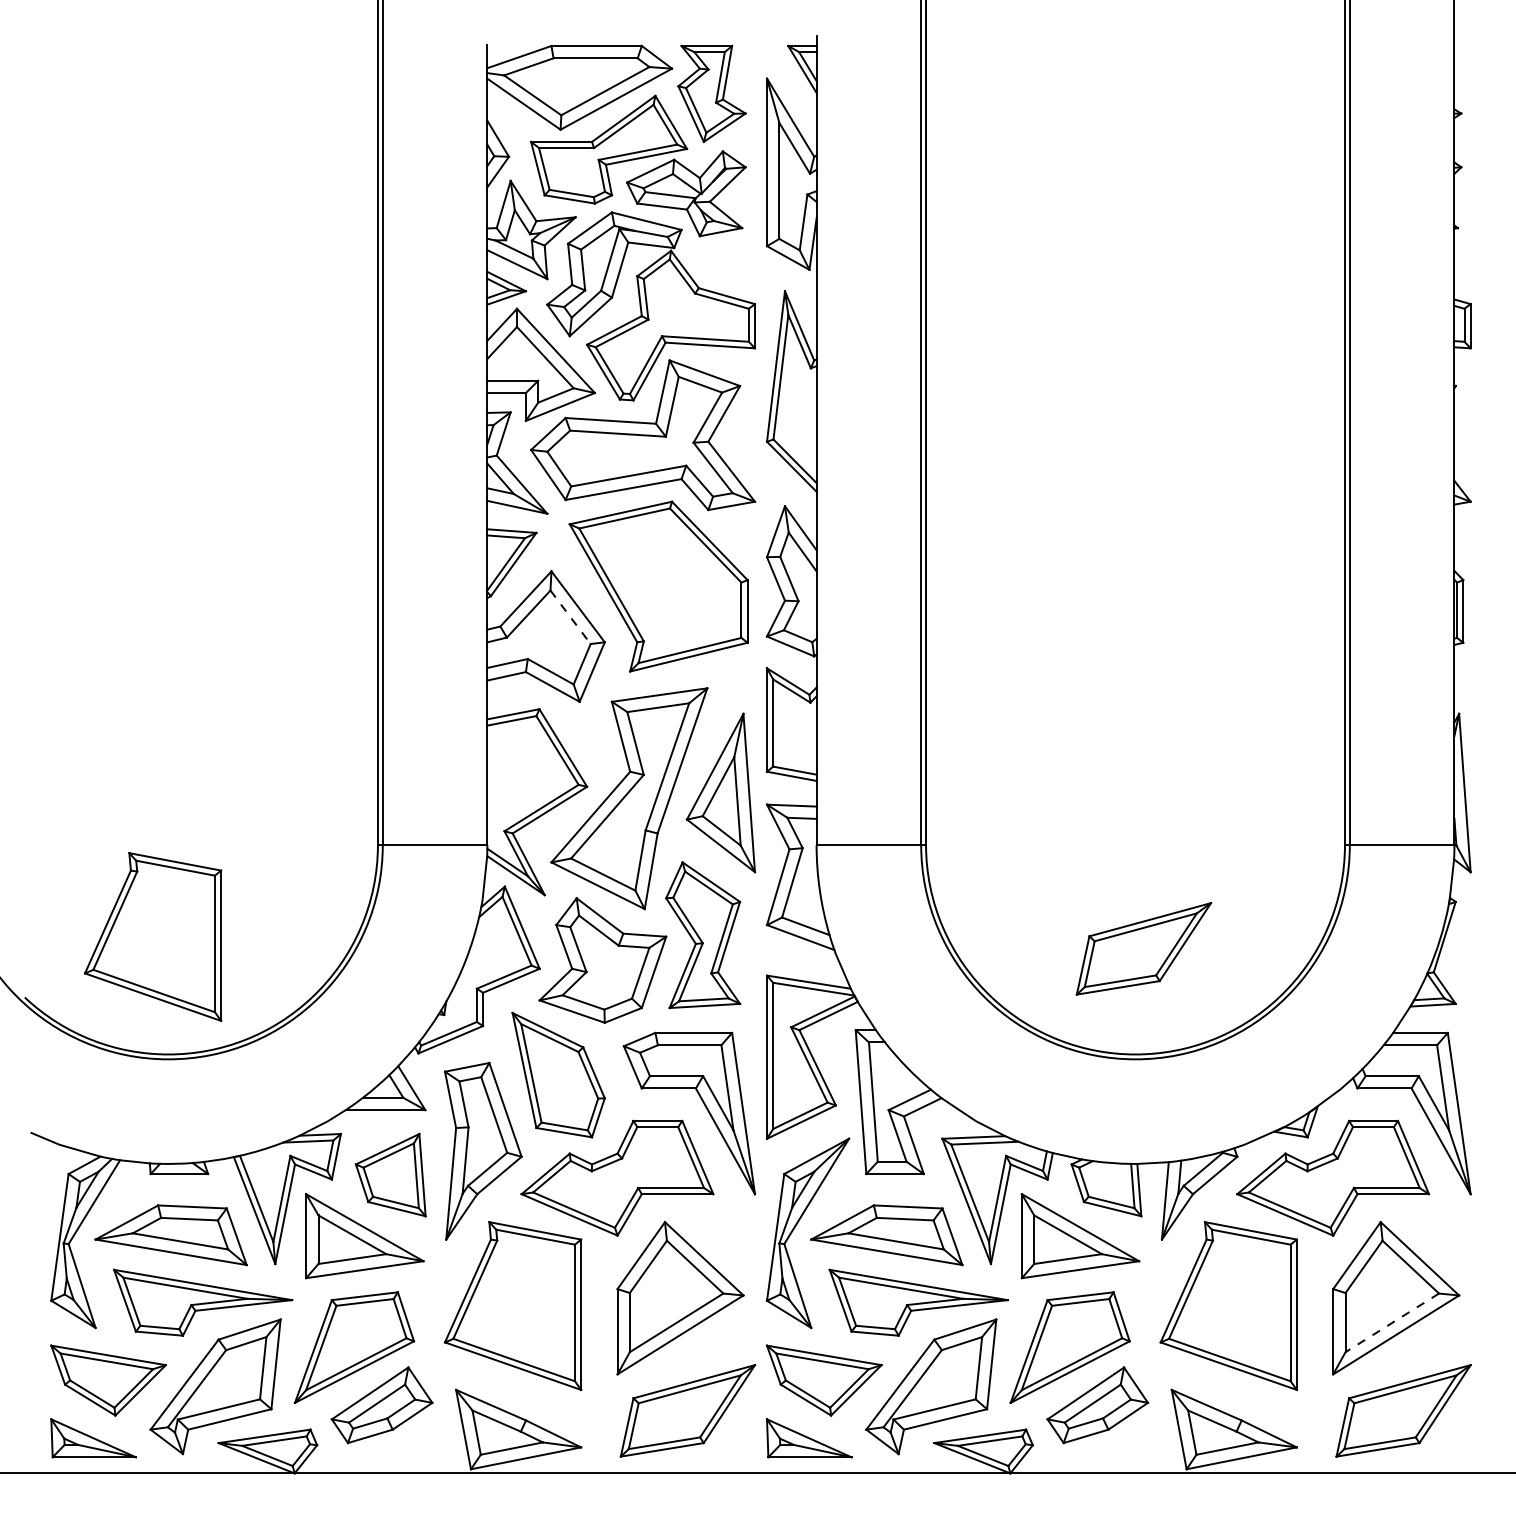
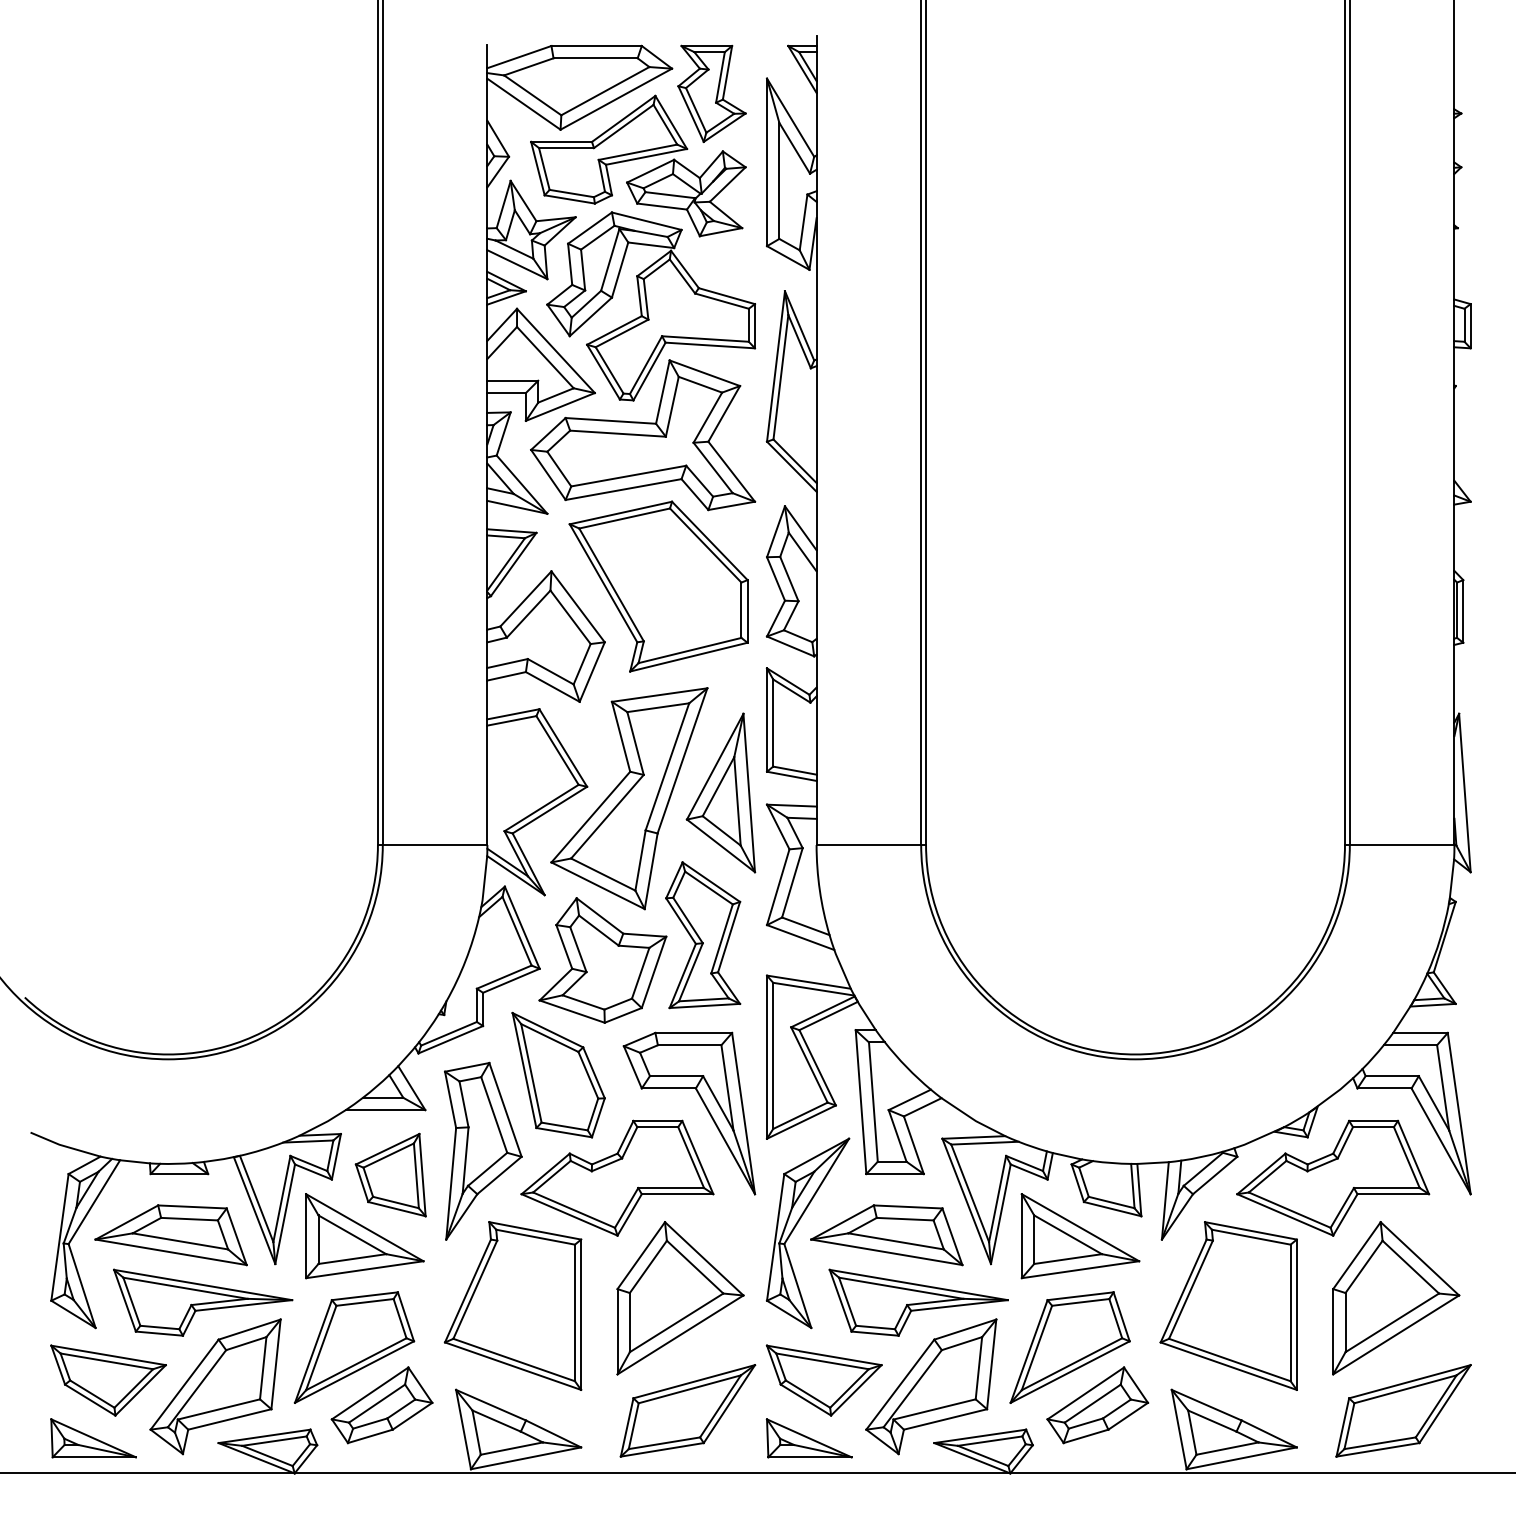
line at (570, 617): dashed -> solid
part at (152, 936): present -> none
part at (1143, 948): present -> none
line at (1391, 1323): dashed -> solid
